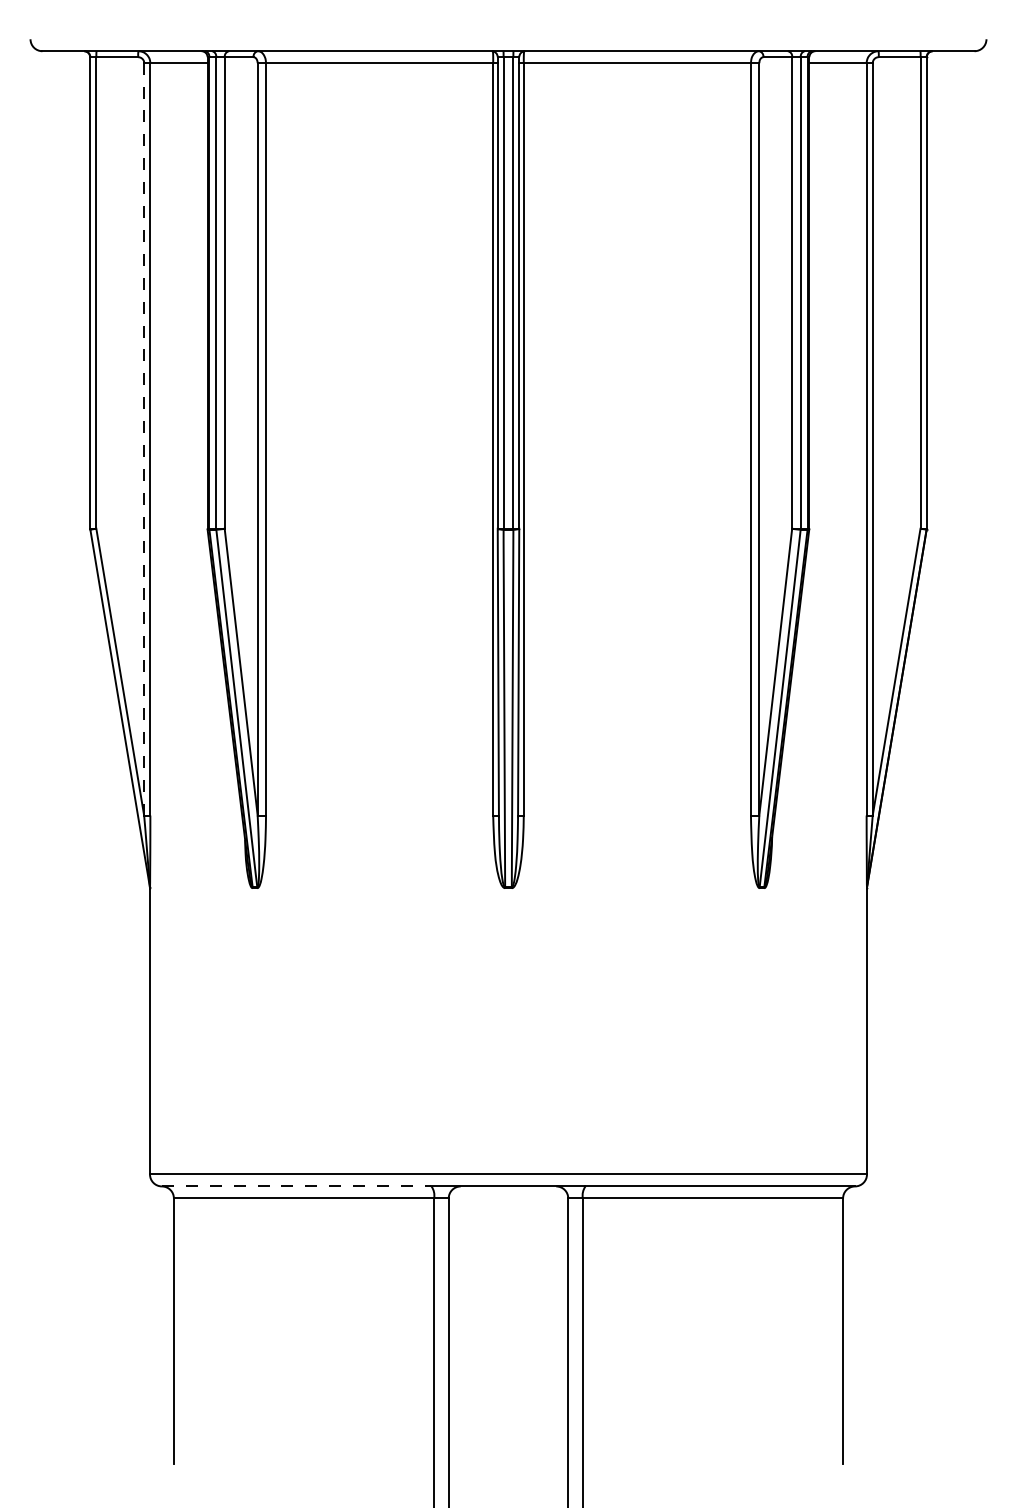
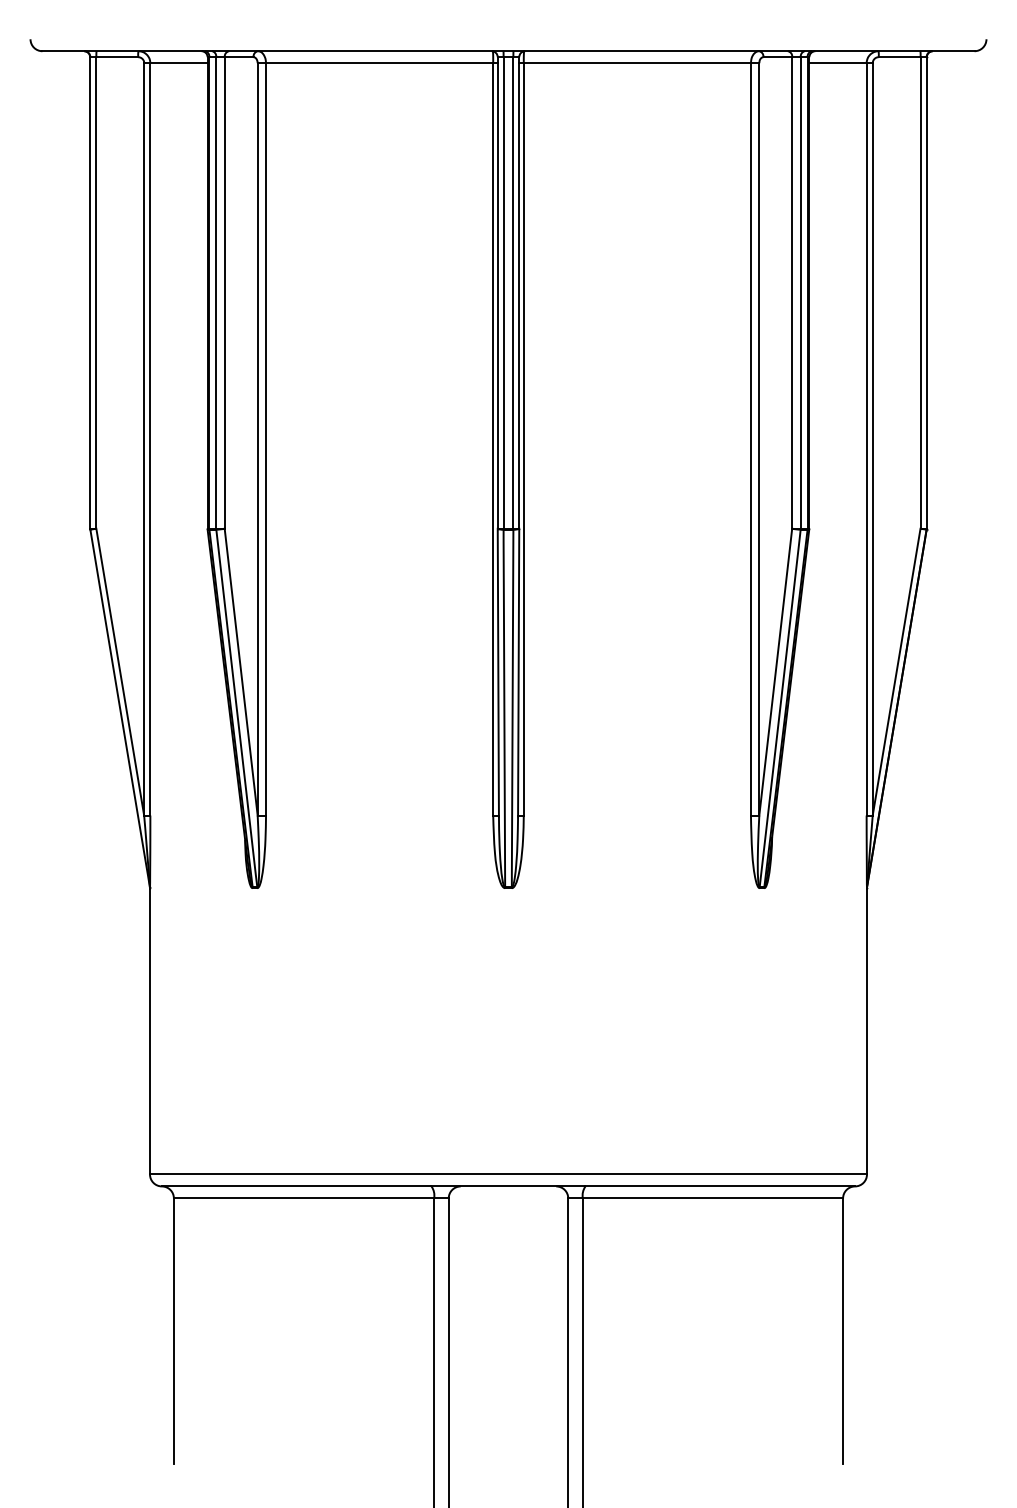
line at (144, 438): dashed -> solid
line at (296, 1186): dashed -> solid
